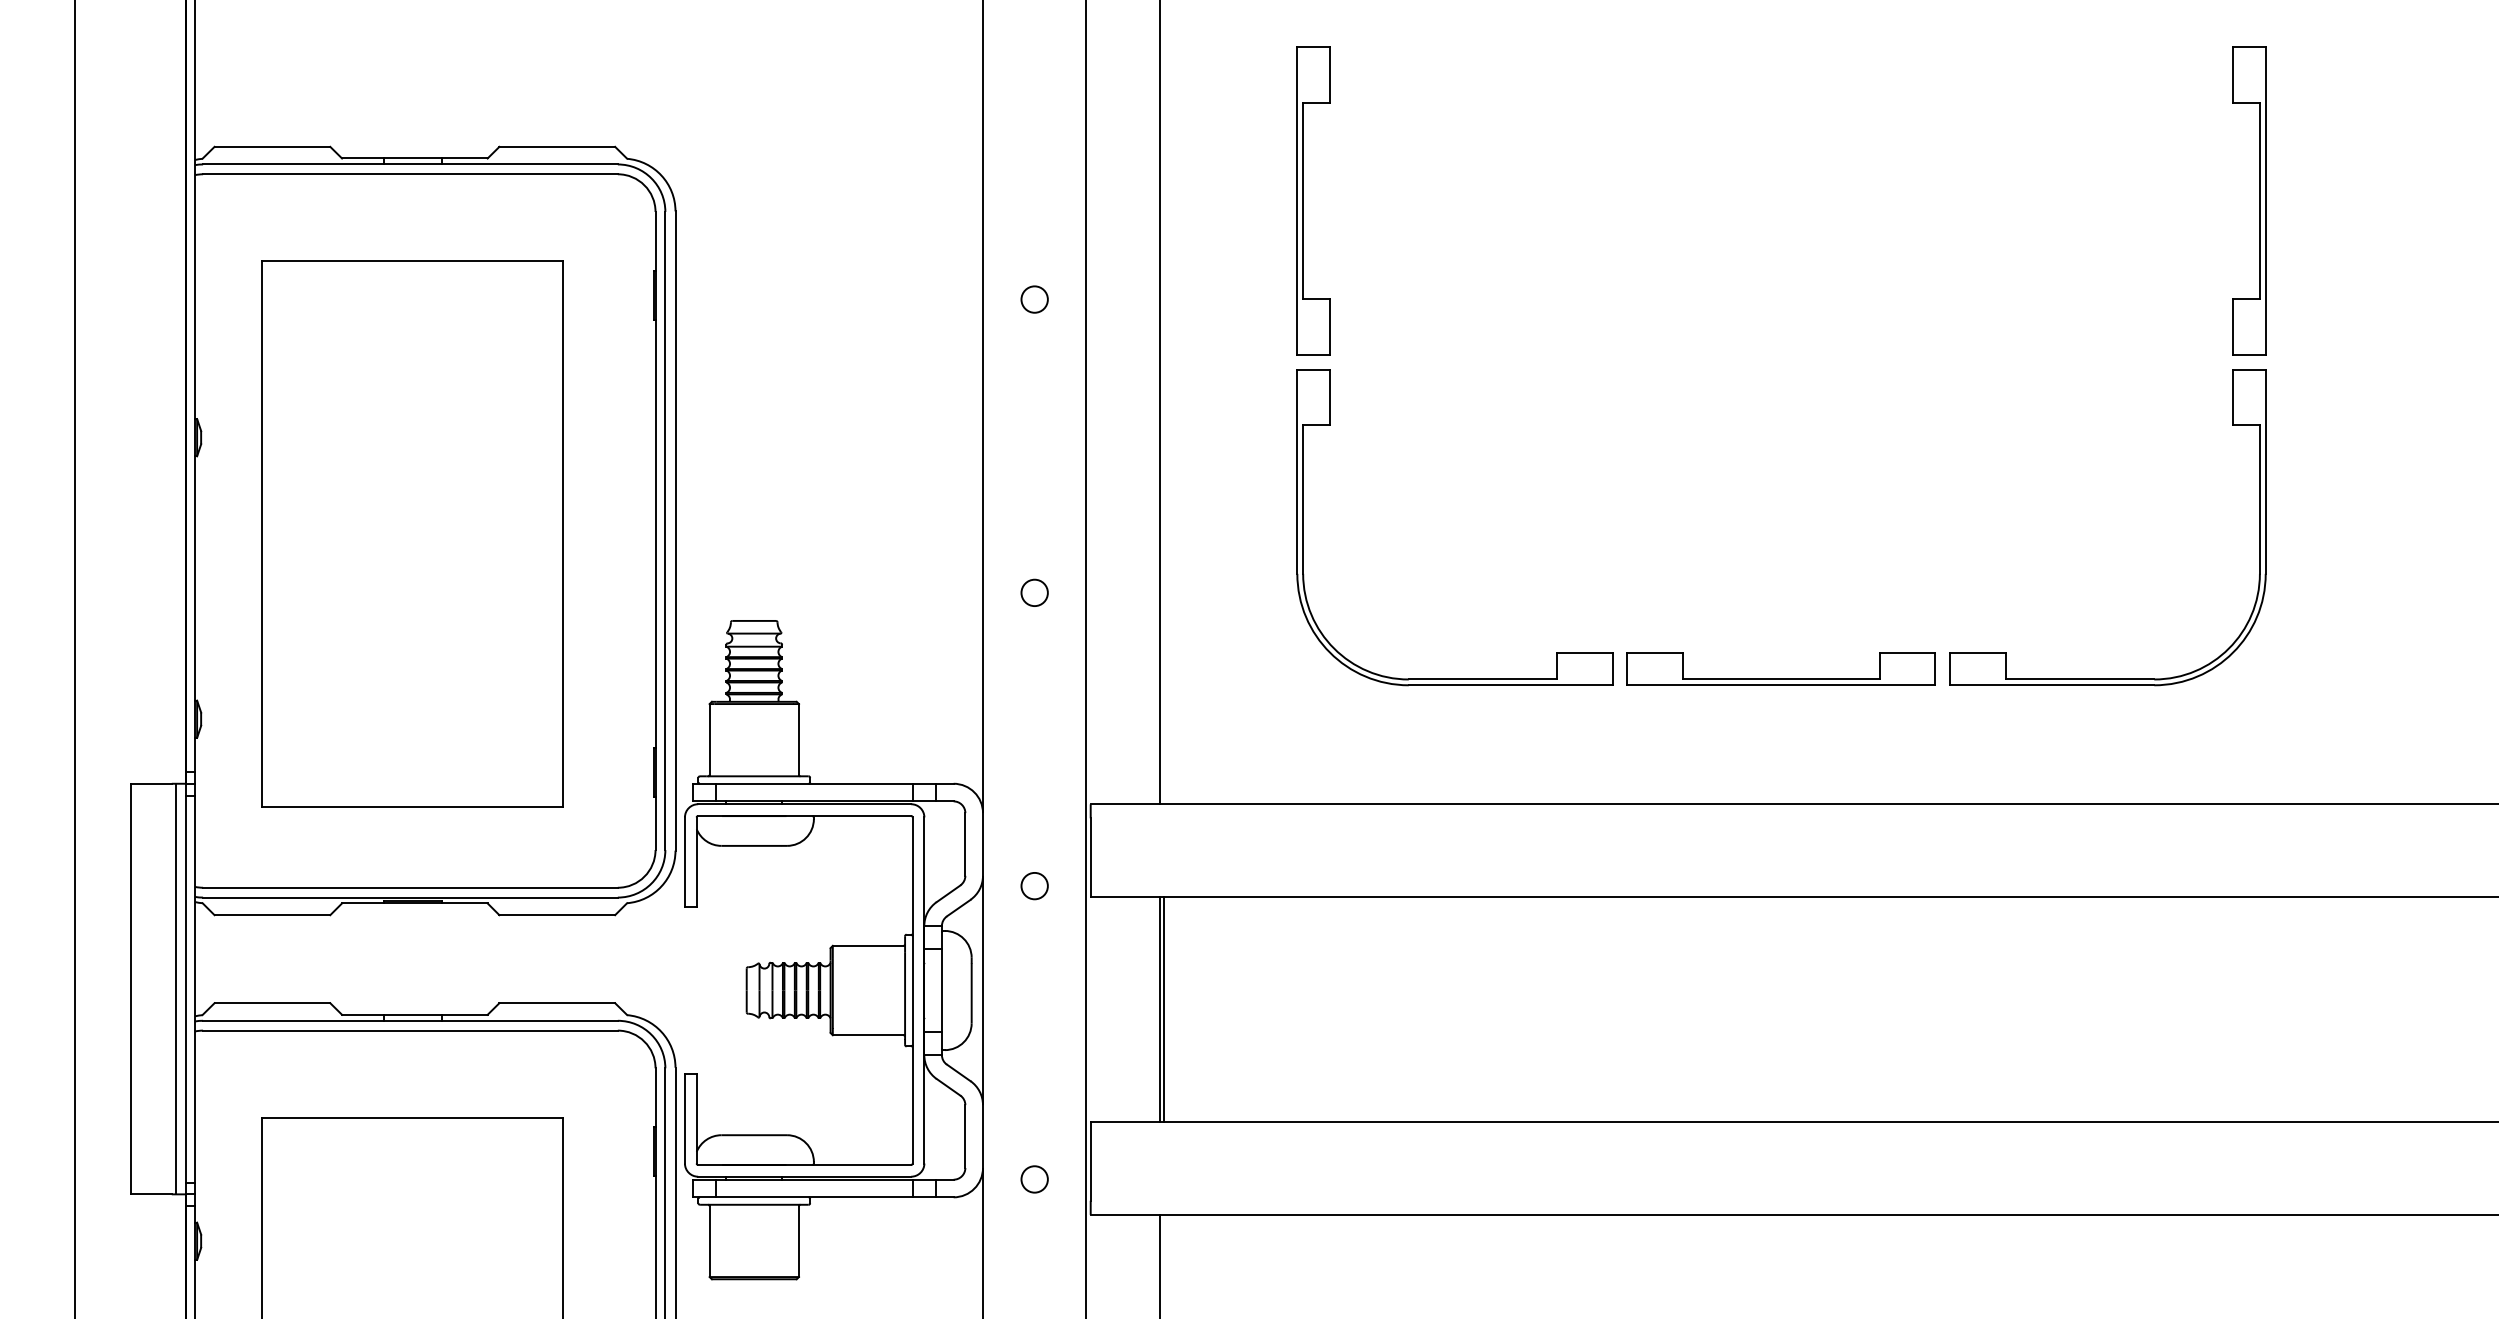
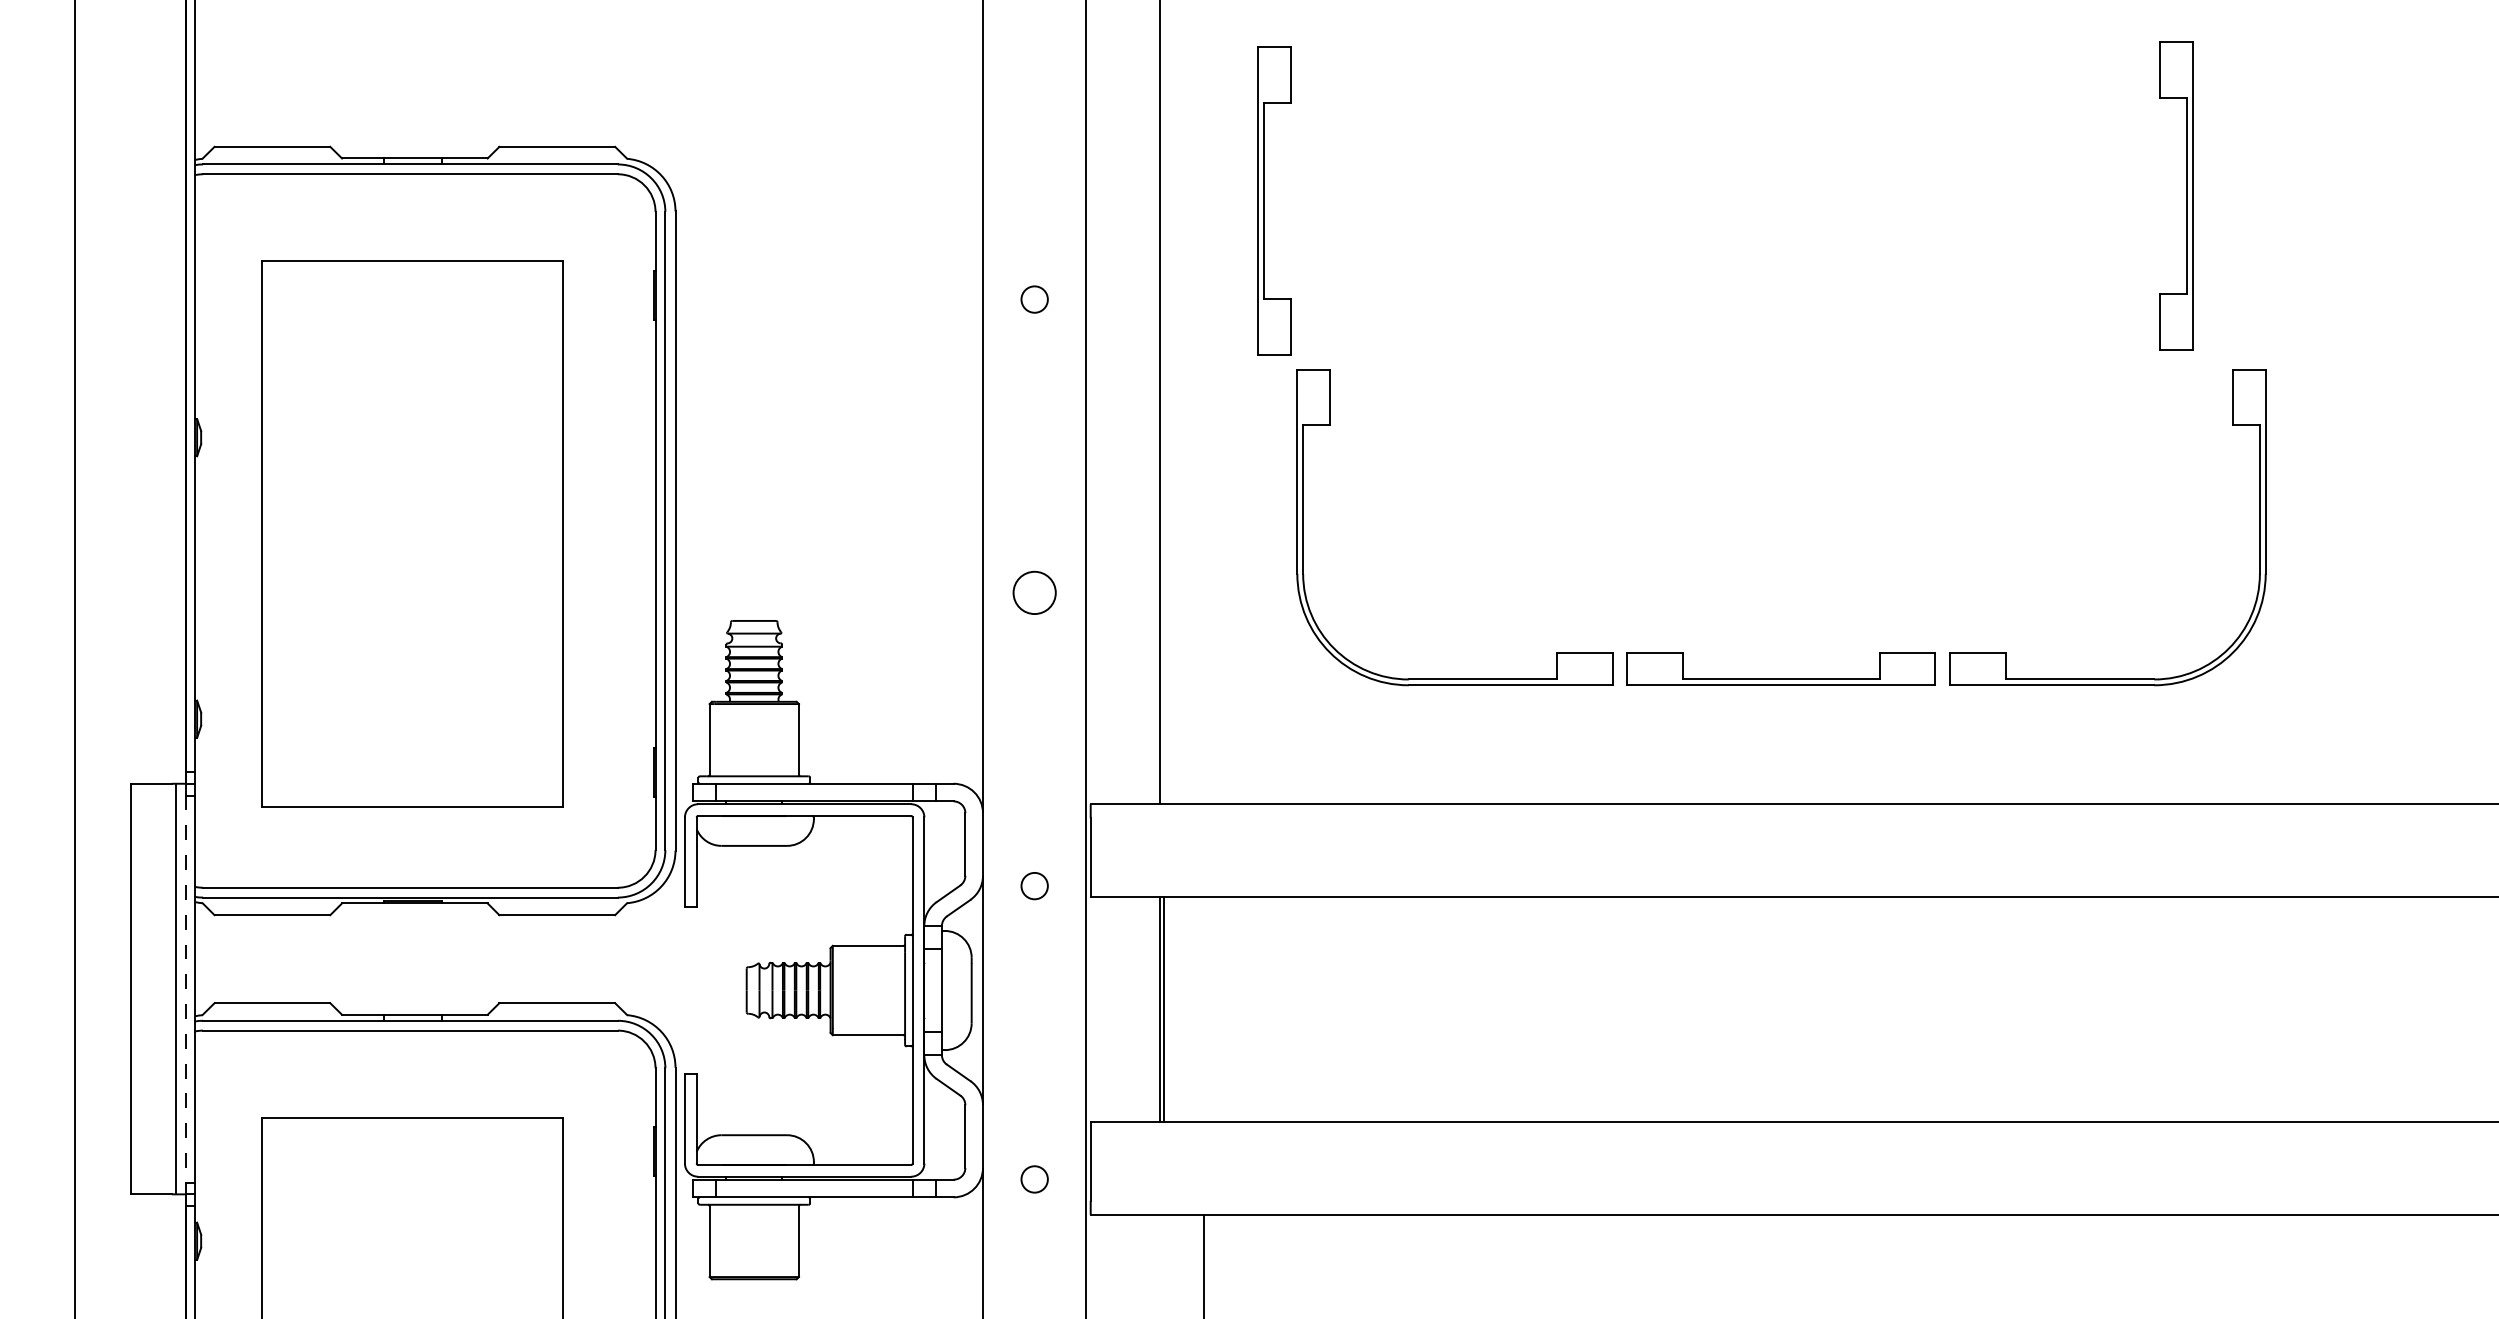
part at (1303, 200) position: (1303, 200) -> (1264, 200)
part at (2259, 200) position: (2259, 200) -> (2186, 195)
circle at (1034, 592) diameter: 26 px -> 42 px
line at (185, 989): solid -> dashed
line at (1159, 1264) position: (1159, 1264) -> (1203, 1264)
